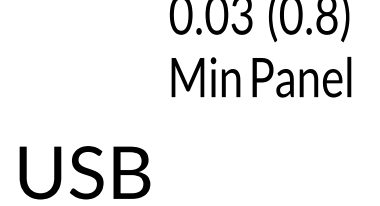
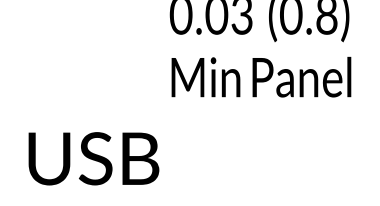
text at (84, 172) position: (84, 172) -> (93, 158)
